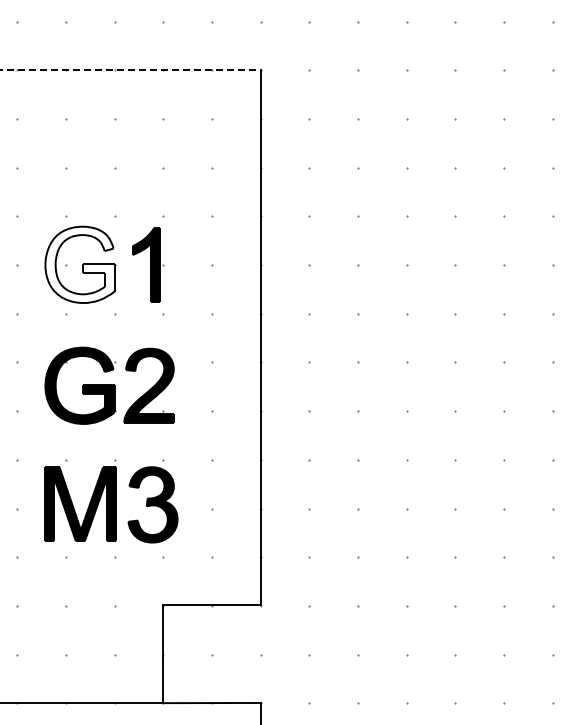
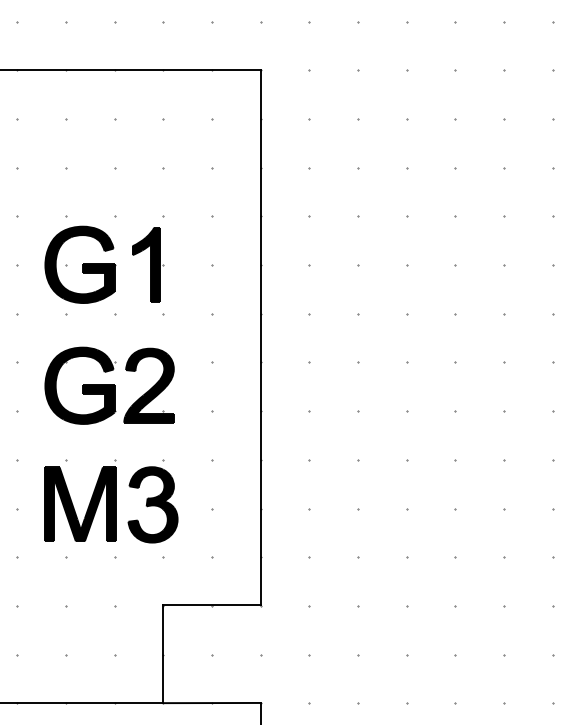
line at (130, 70): dashed -> solid
fill at (79, 264): none -> present
